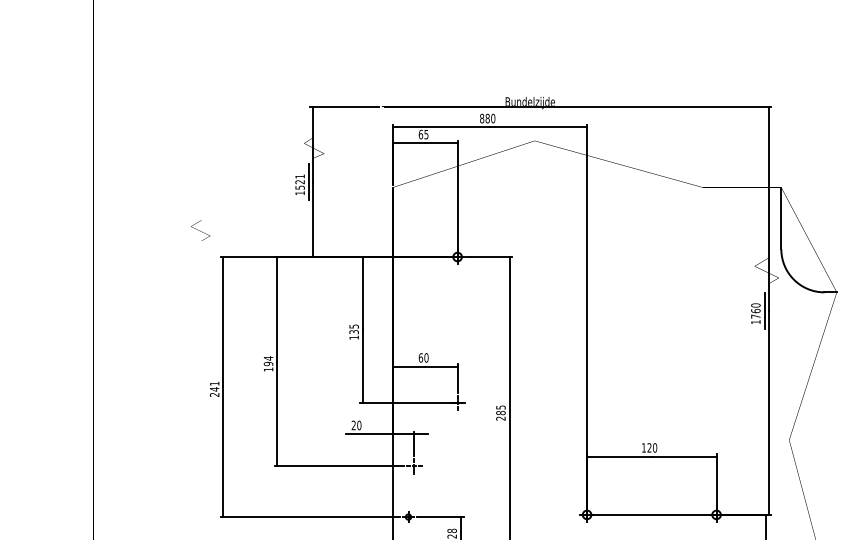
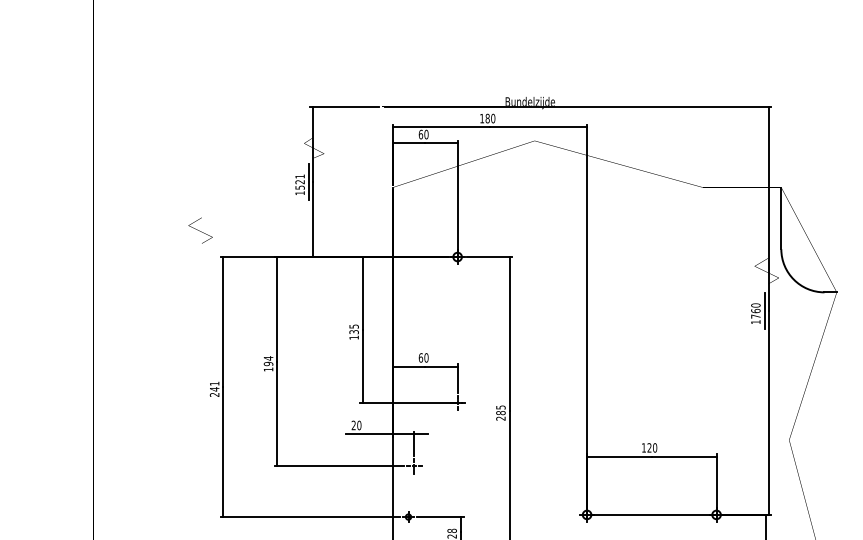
text at (482, 118): 880 -> 180
text at (426, 134): 65 -> 60
part at (200, 230) size: 20x21 px -> 25x27 px
